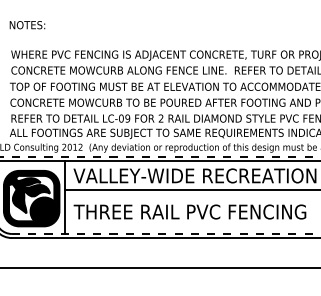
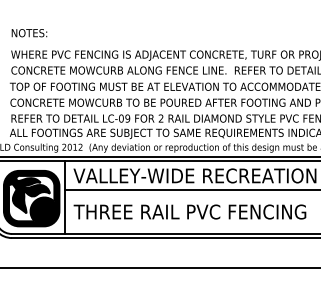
text at (27, 25) position: (27, 25) -> (29, 33)
line at (160, 156): dashed -> solid
line at (166, 233): dashed -> solid
